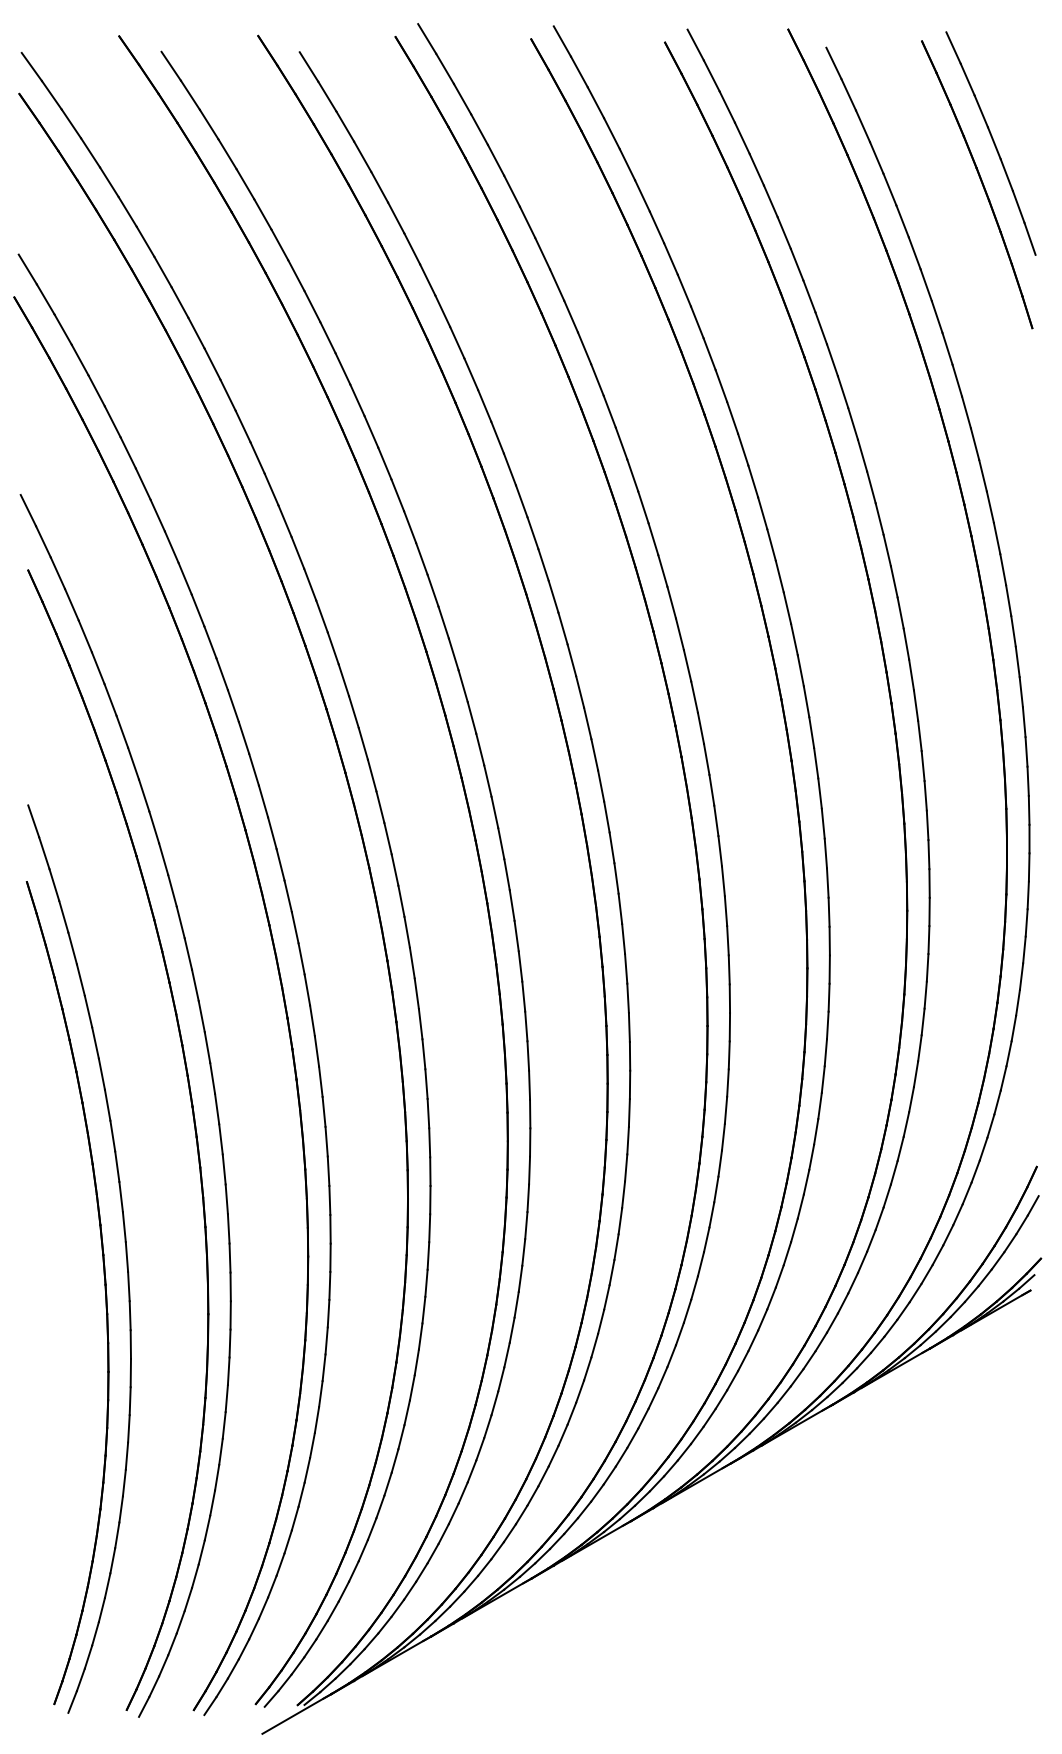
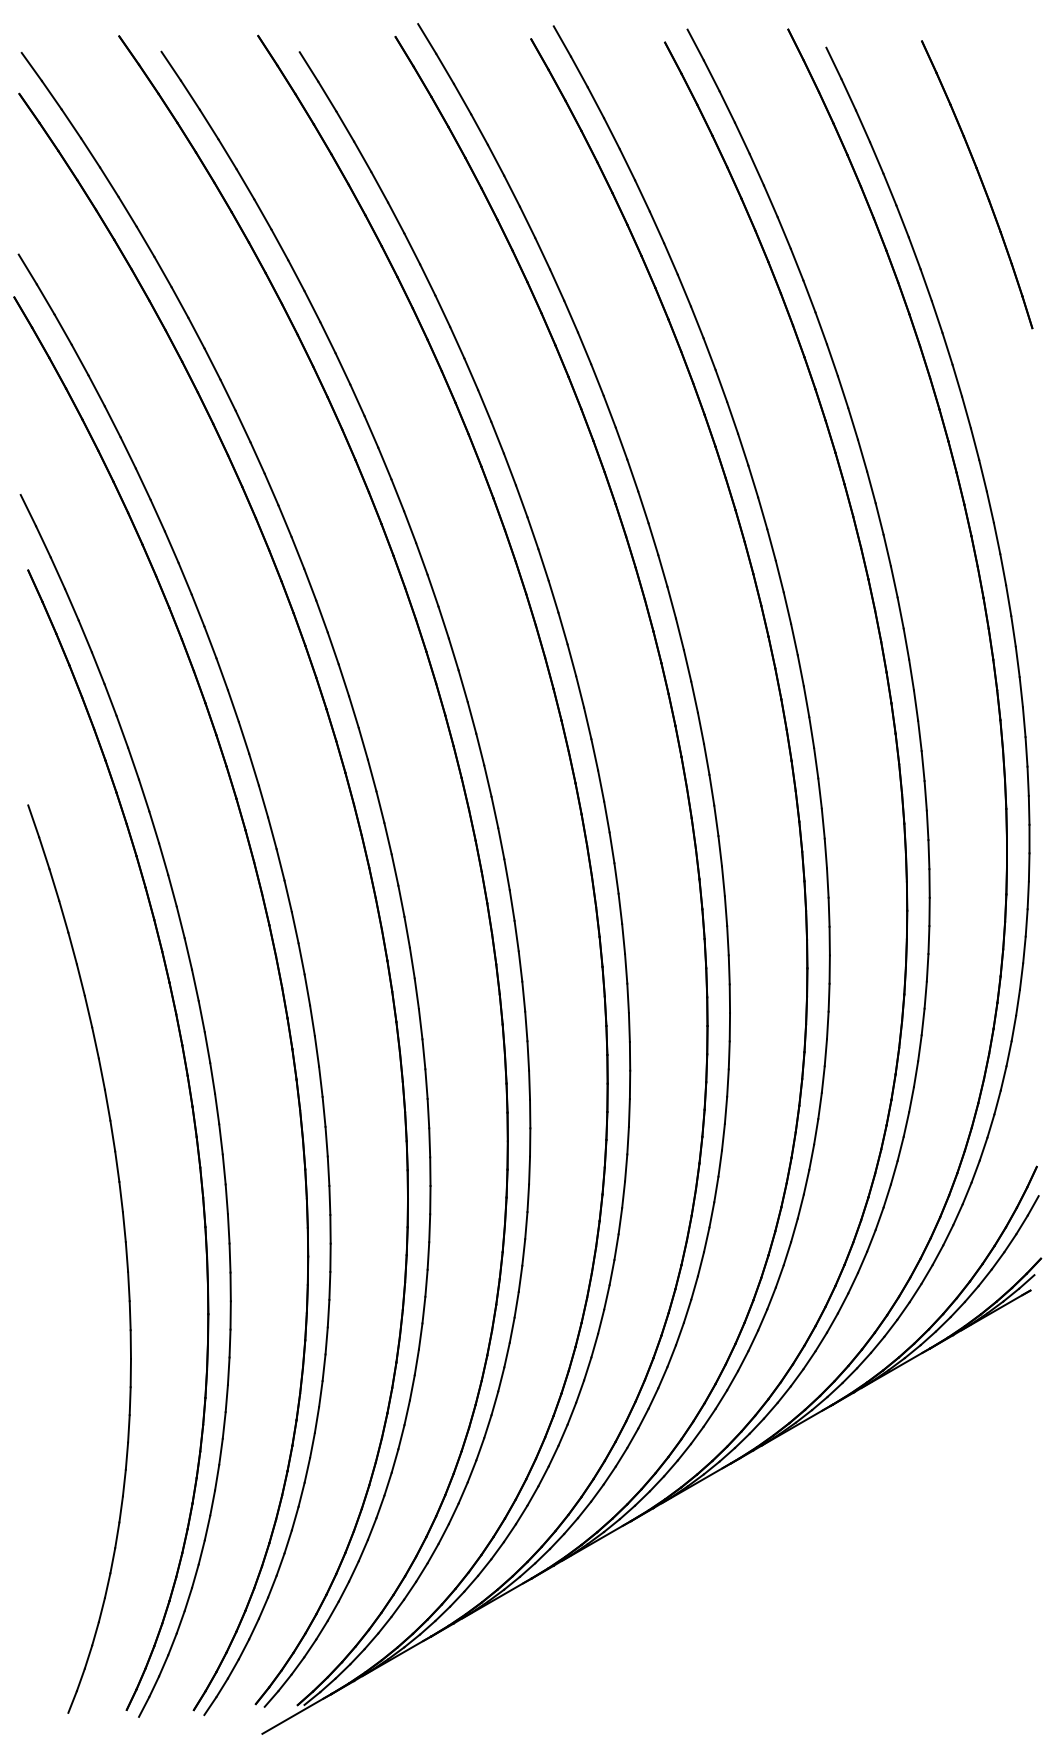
part at (990, 143): present -> none
part at (104, 1290): present -> none
